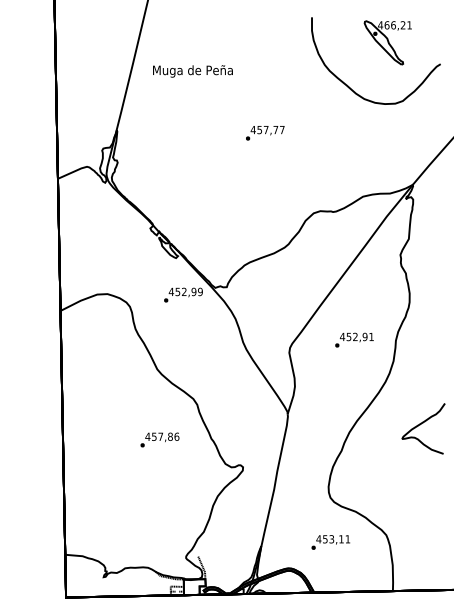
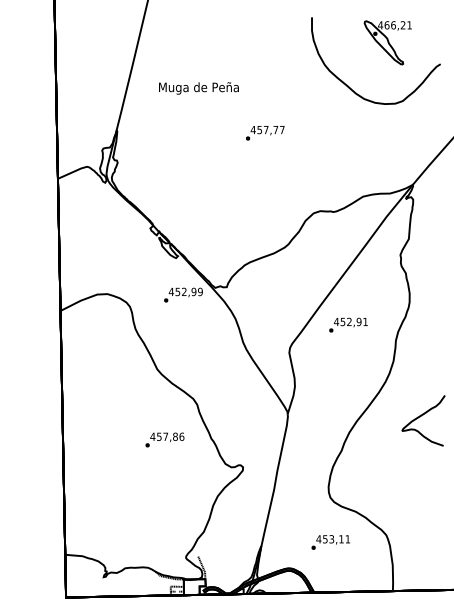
text at (192, 71) position: (192, 71) -> (198, 88)
text at (354, 339) position: (354, 339) -> (348, 324)
curve at (420, 425) position: (420, 425) -> (420, 417)
text at (159, 439) position: (159, 439) -> (164, 439)
